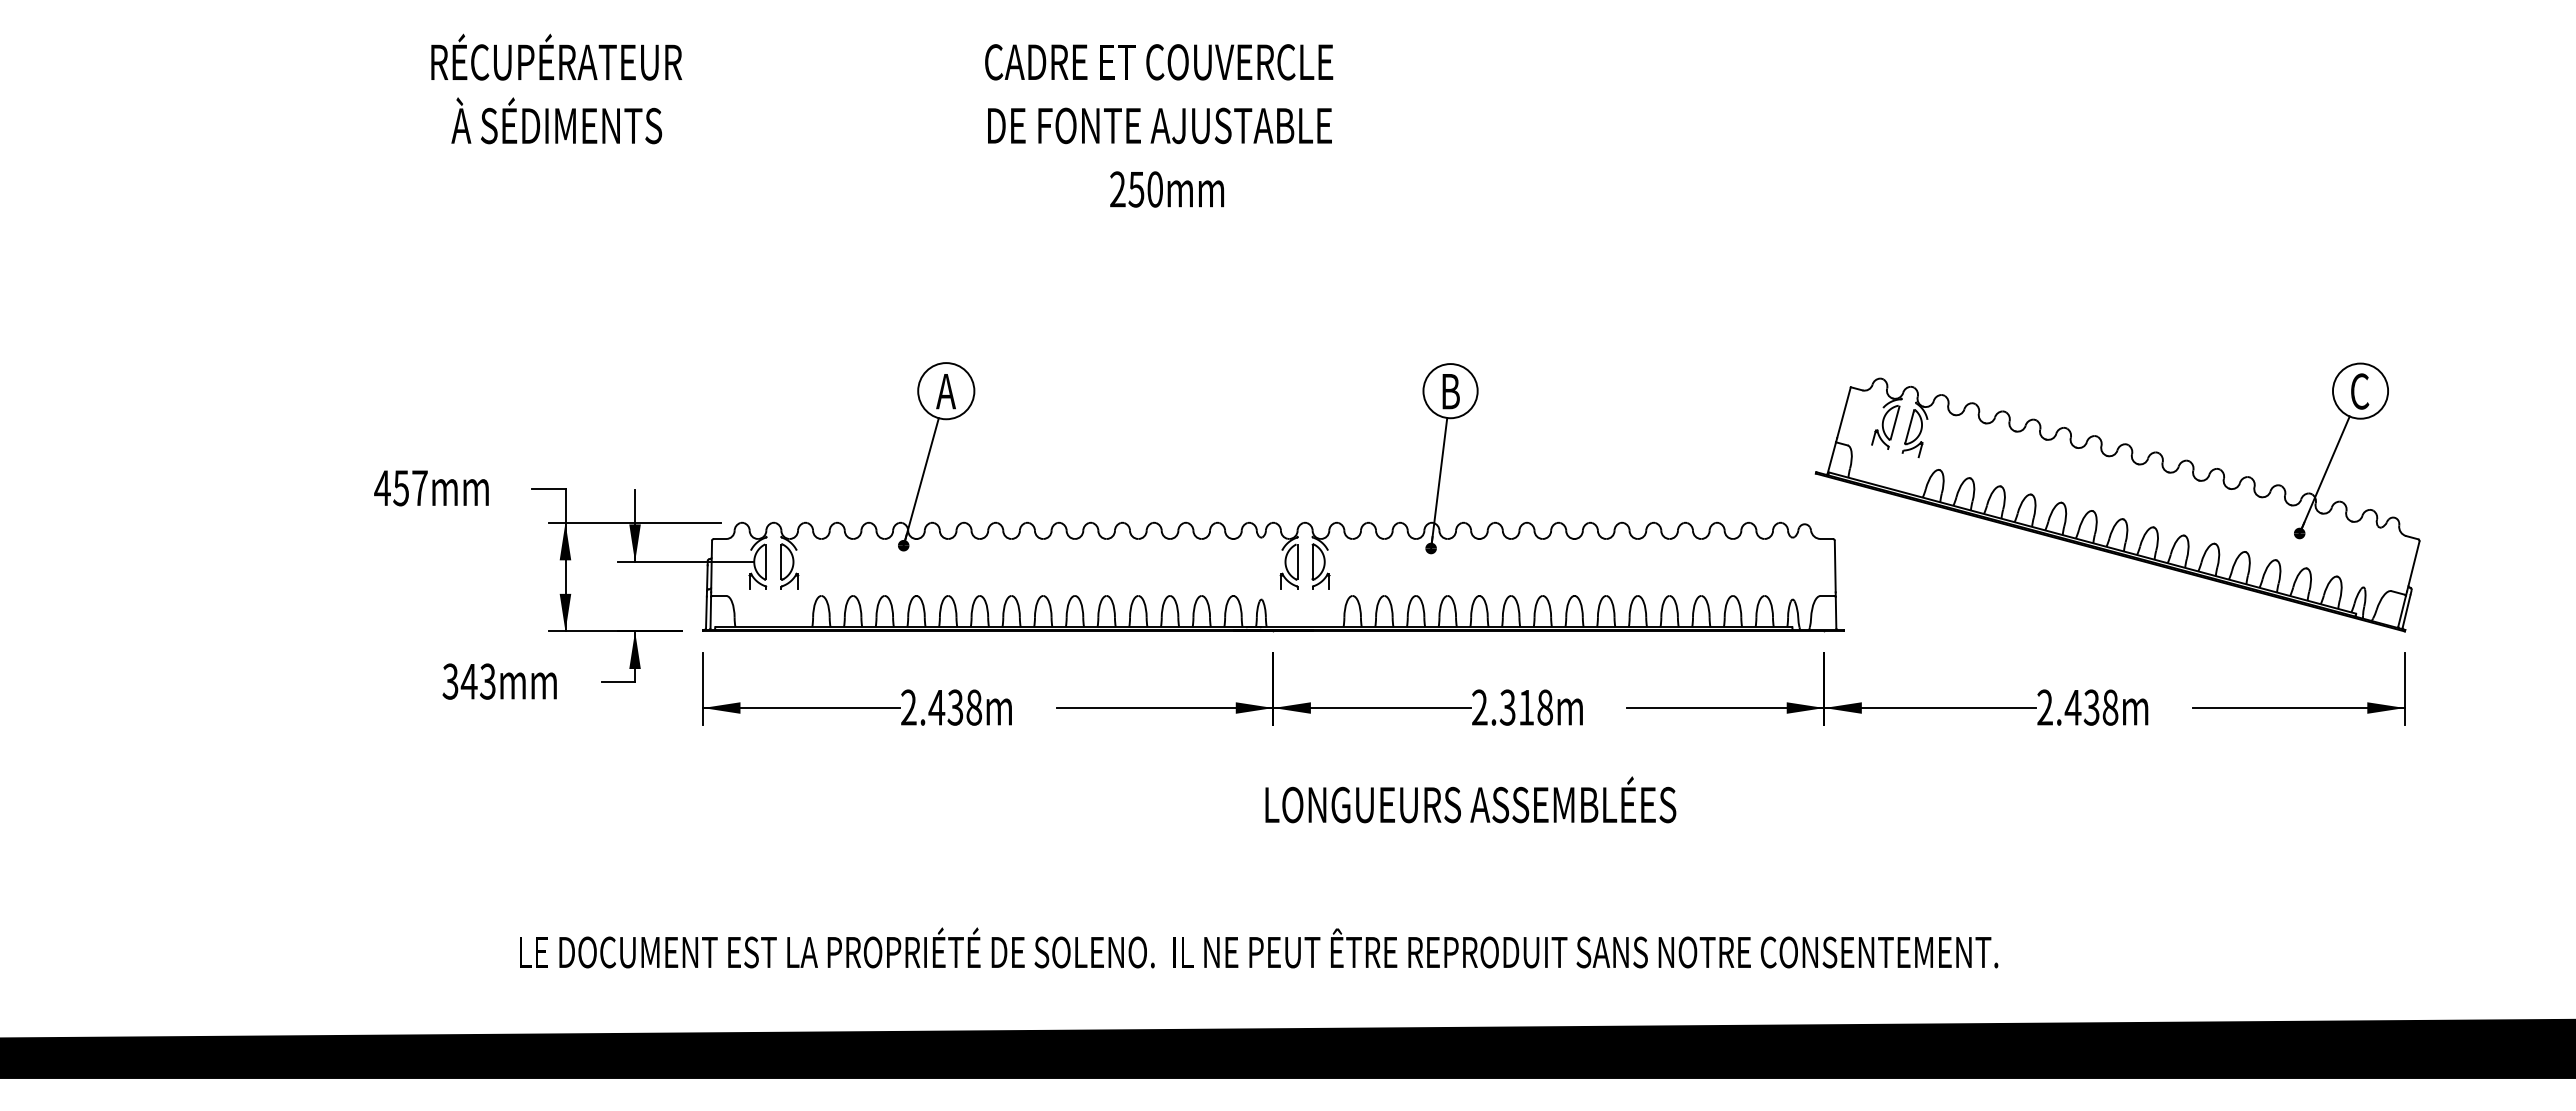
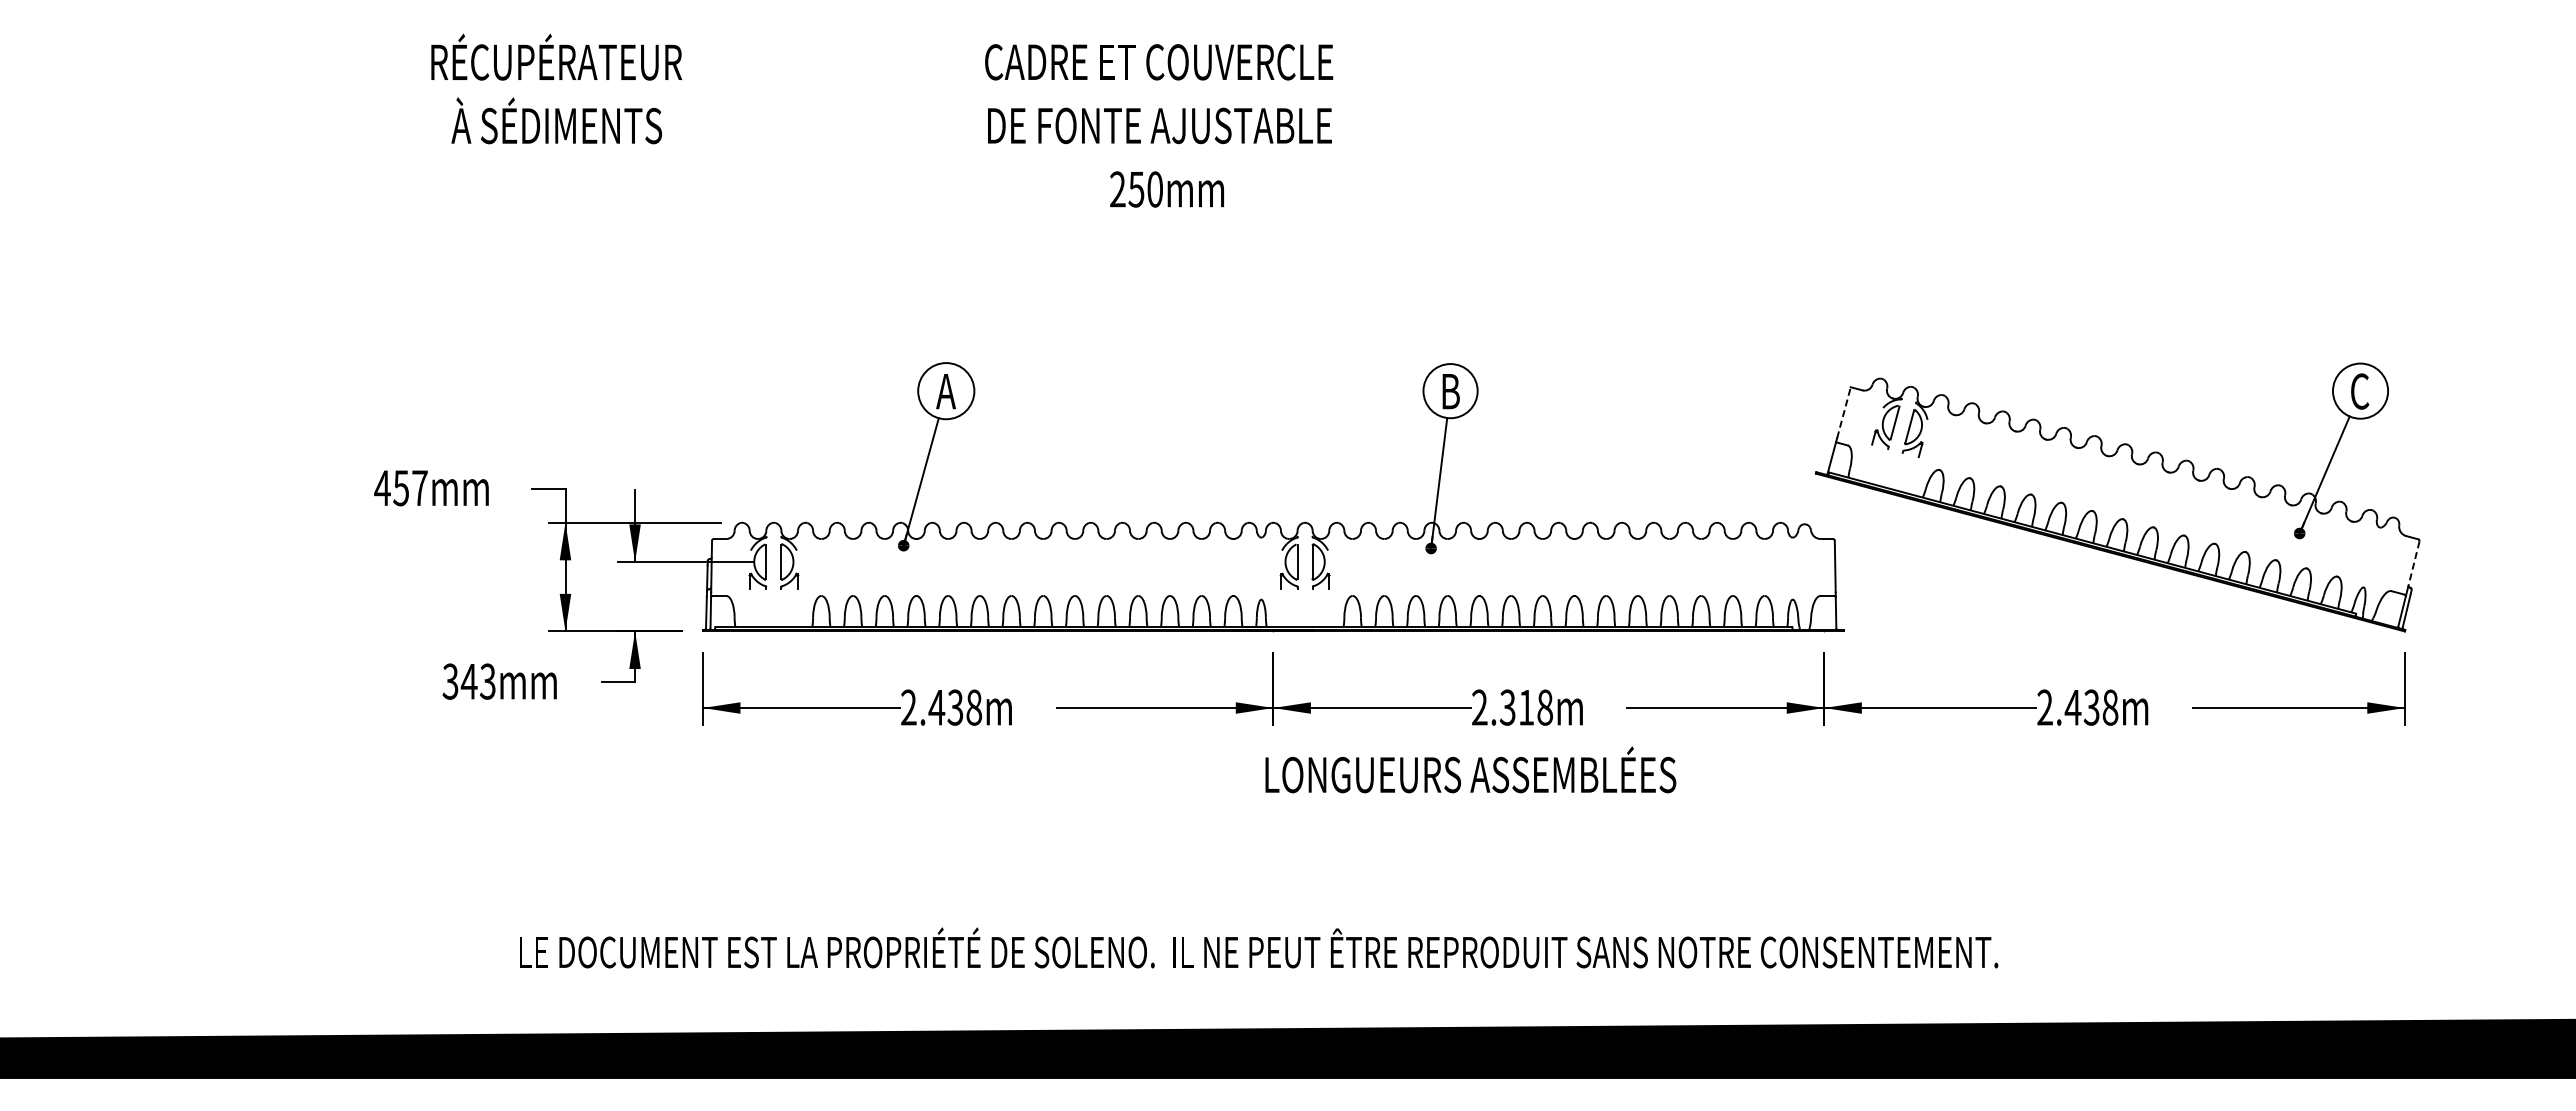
line at (1844, 412): solid -> dashed
line at (2413, 566): solid -> dashed
text at (1470, 799) position: (1470, 799) -> (1470, 769)
